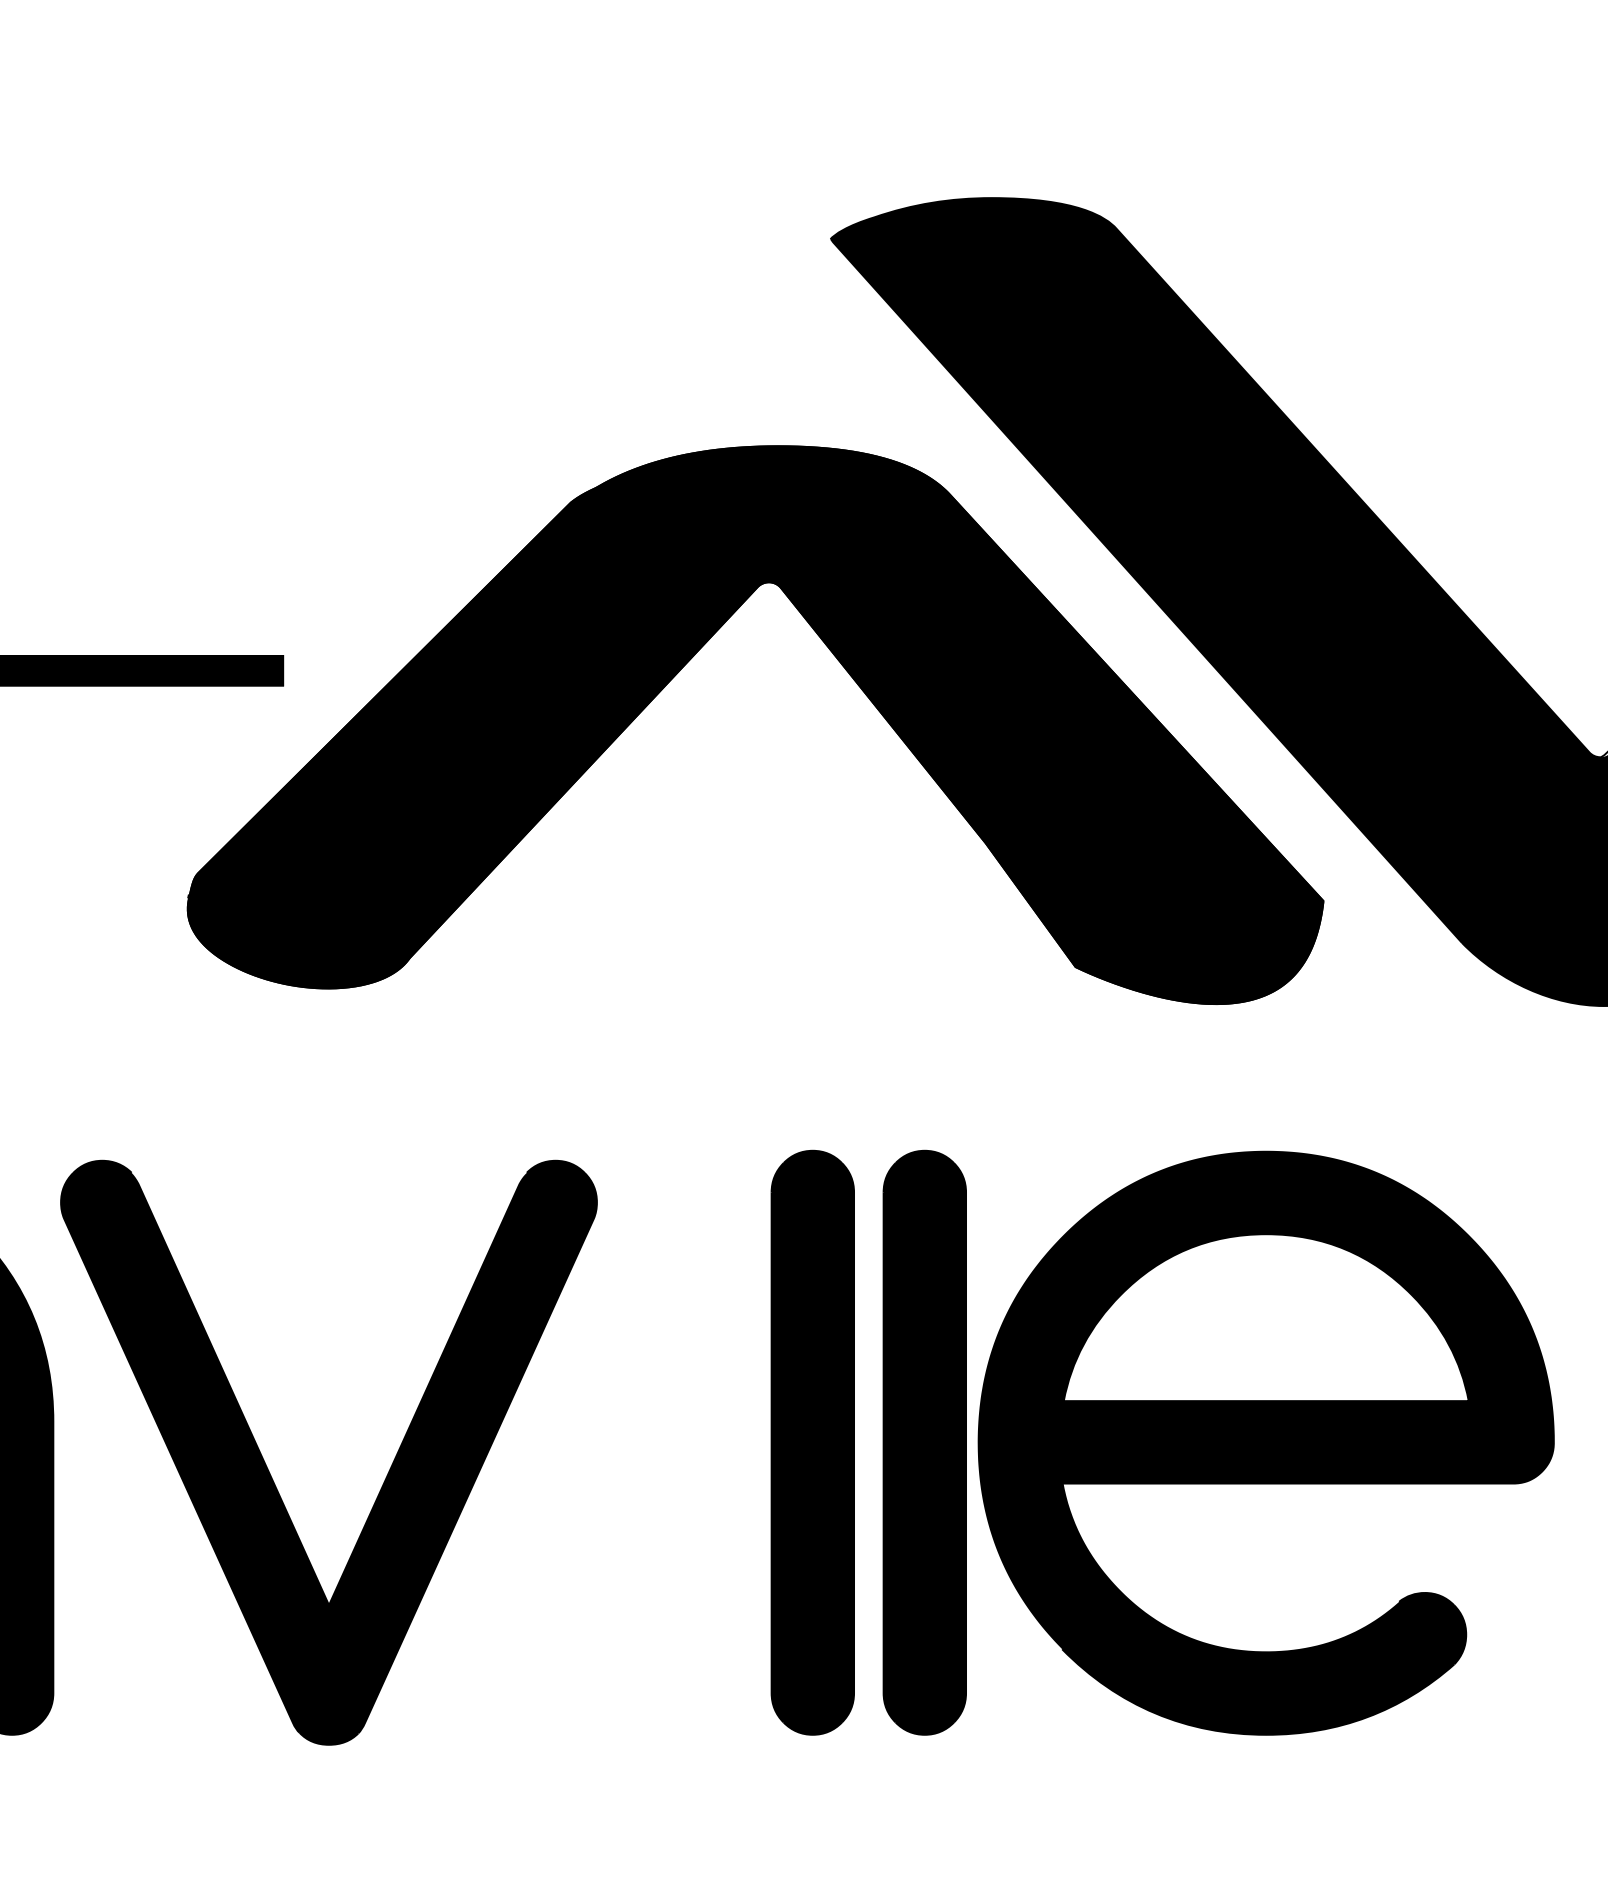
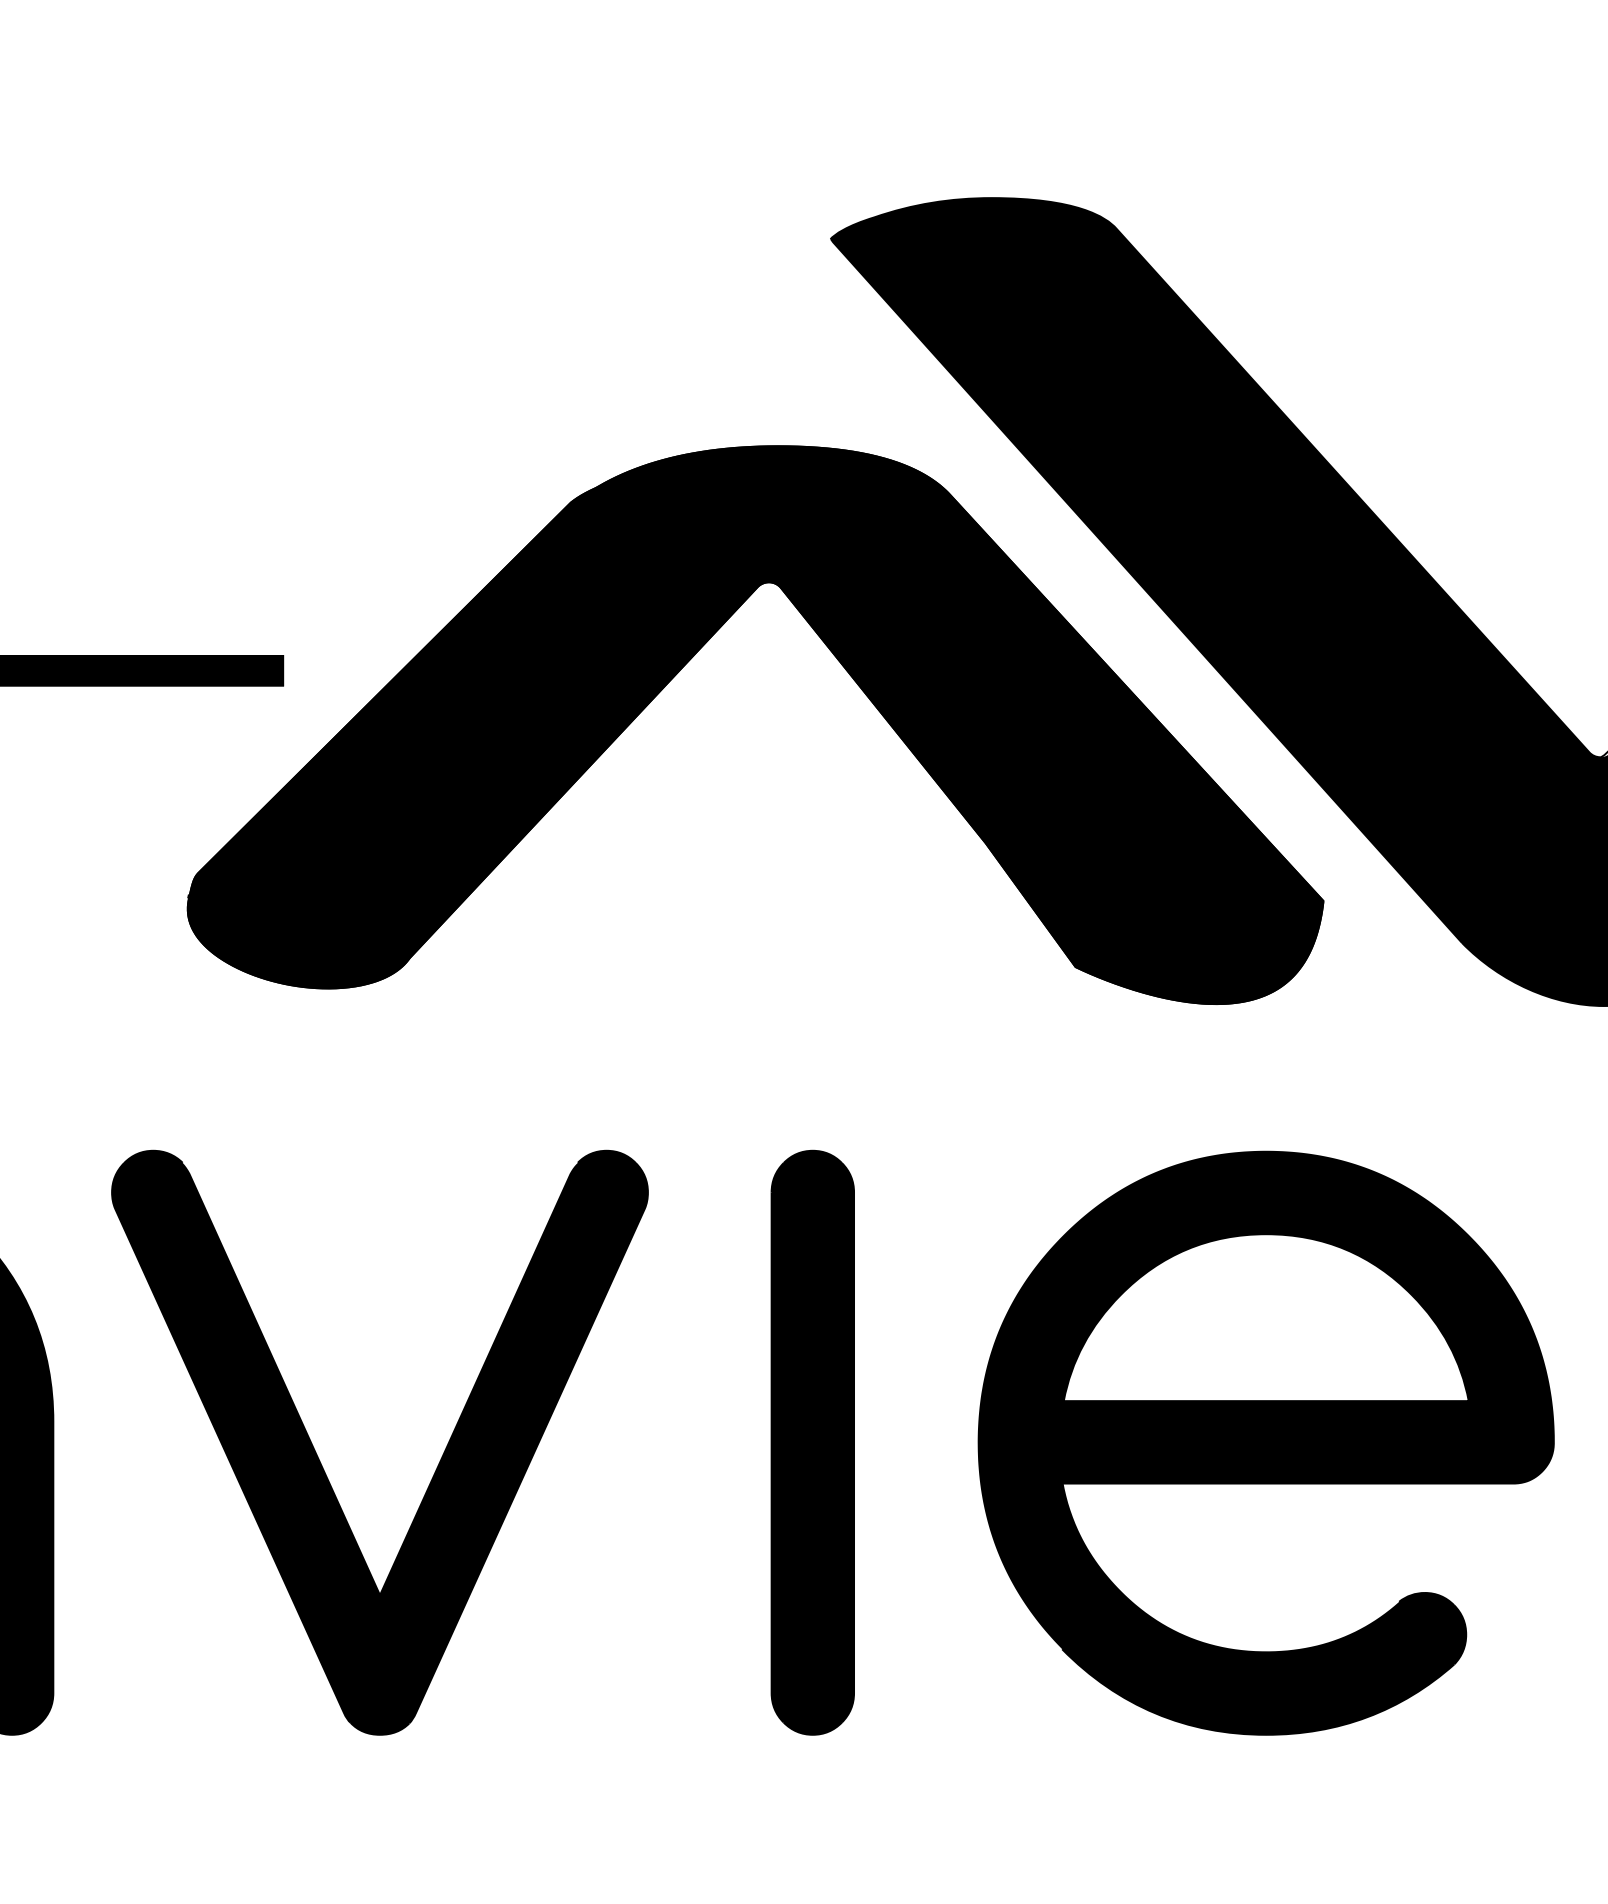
part at (924, 1442): present -> none
part at (273, 1479) position: (273, 1479) -> (324, 1469)
